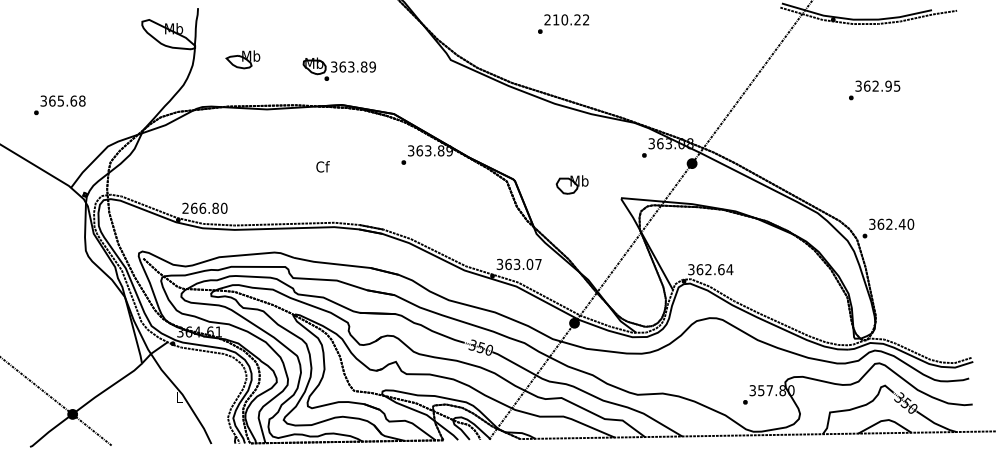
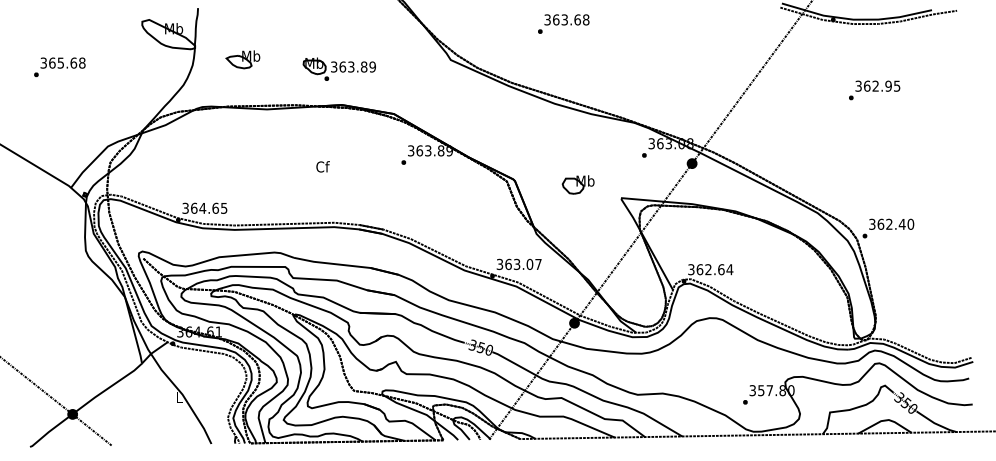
text at (566, 19): 210.22 -> 363.68
text at (59, 105) position: (59, 105) -> (59, 67)
part at (571, 184) position: (571, 184) -> (577, 184)
text at (204, 207): 266.80 -> 364.65
